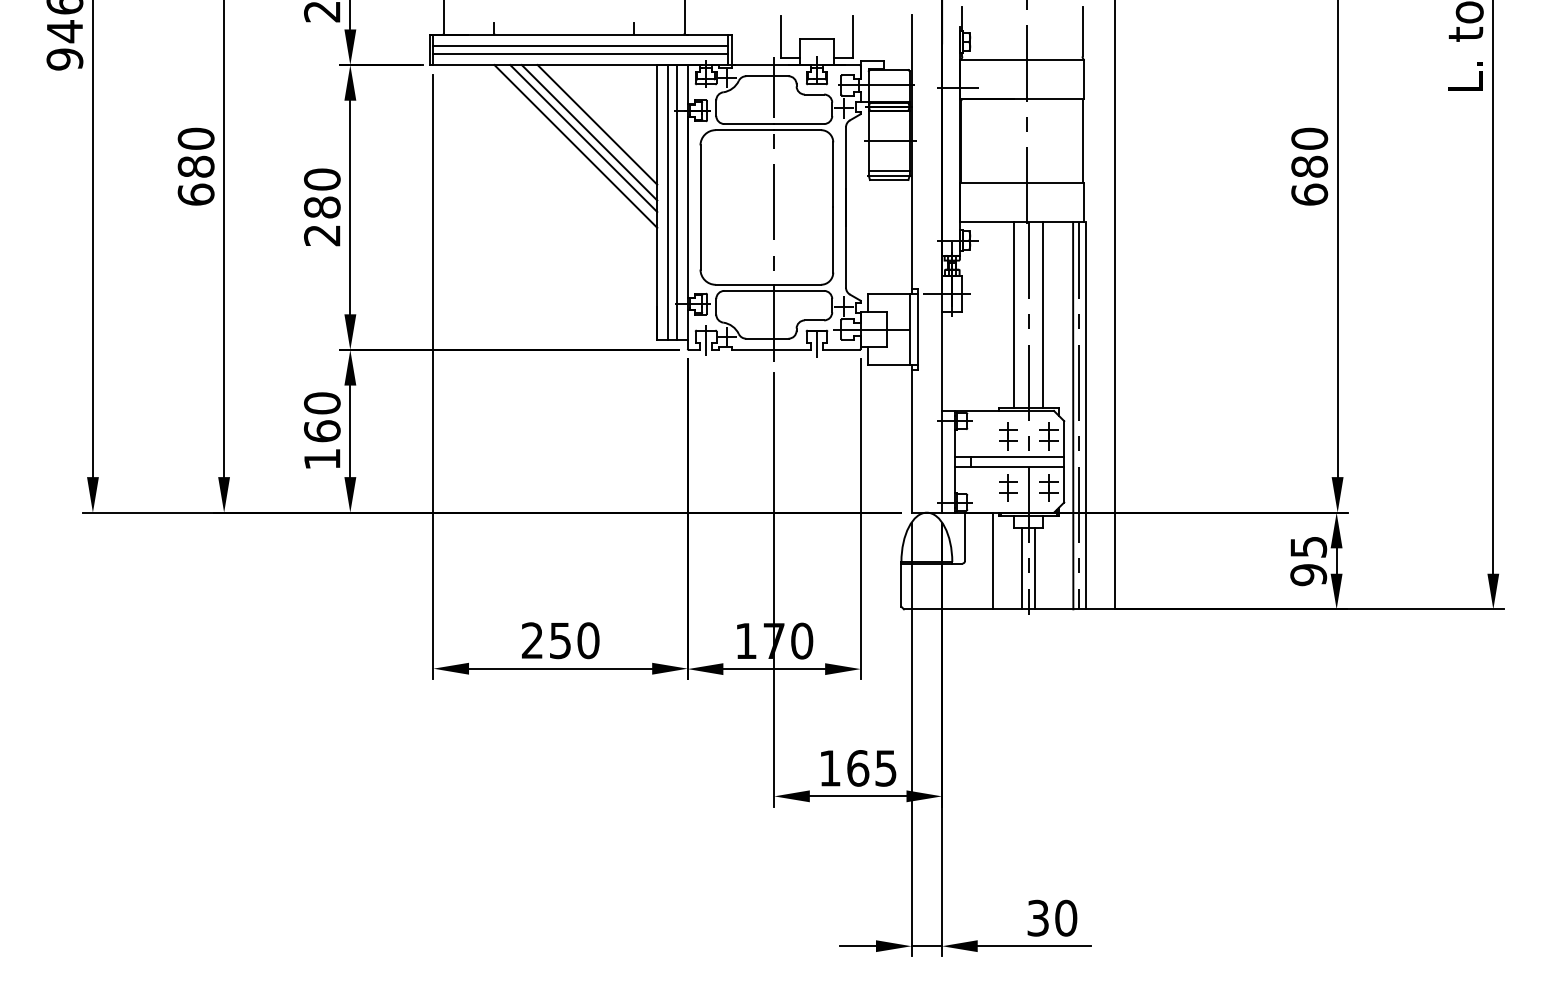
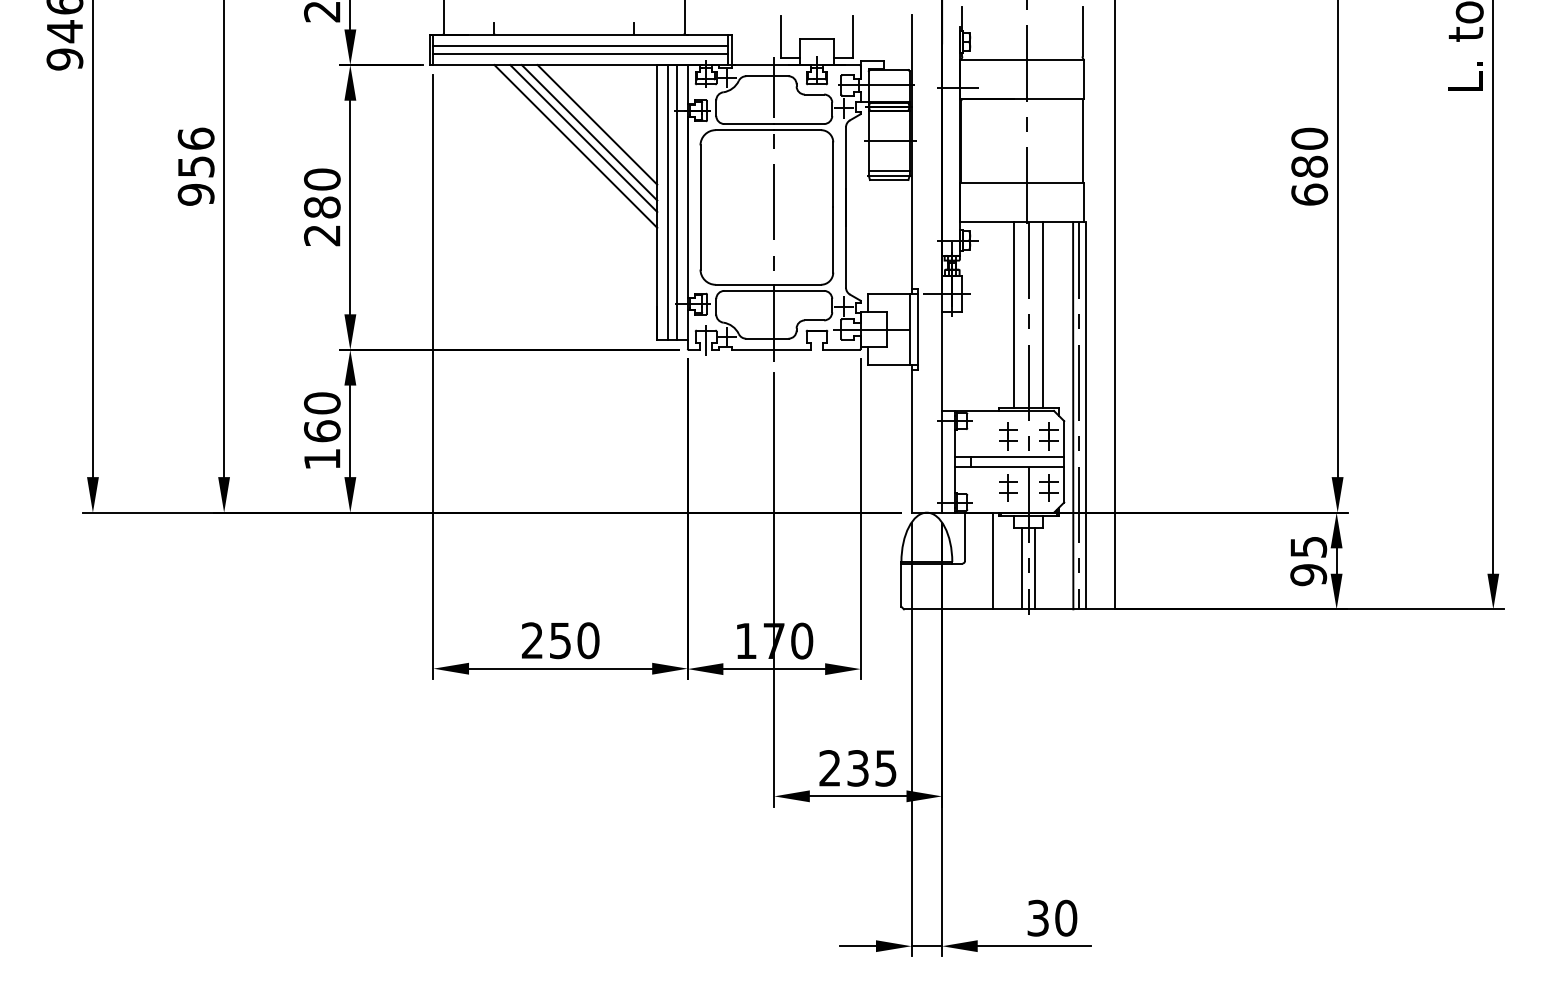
text at (195, 166): 680 -> 956
line at (816, 343): present -> none
text at (844, 768): 165 -> 235
